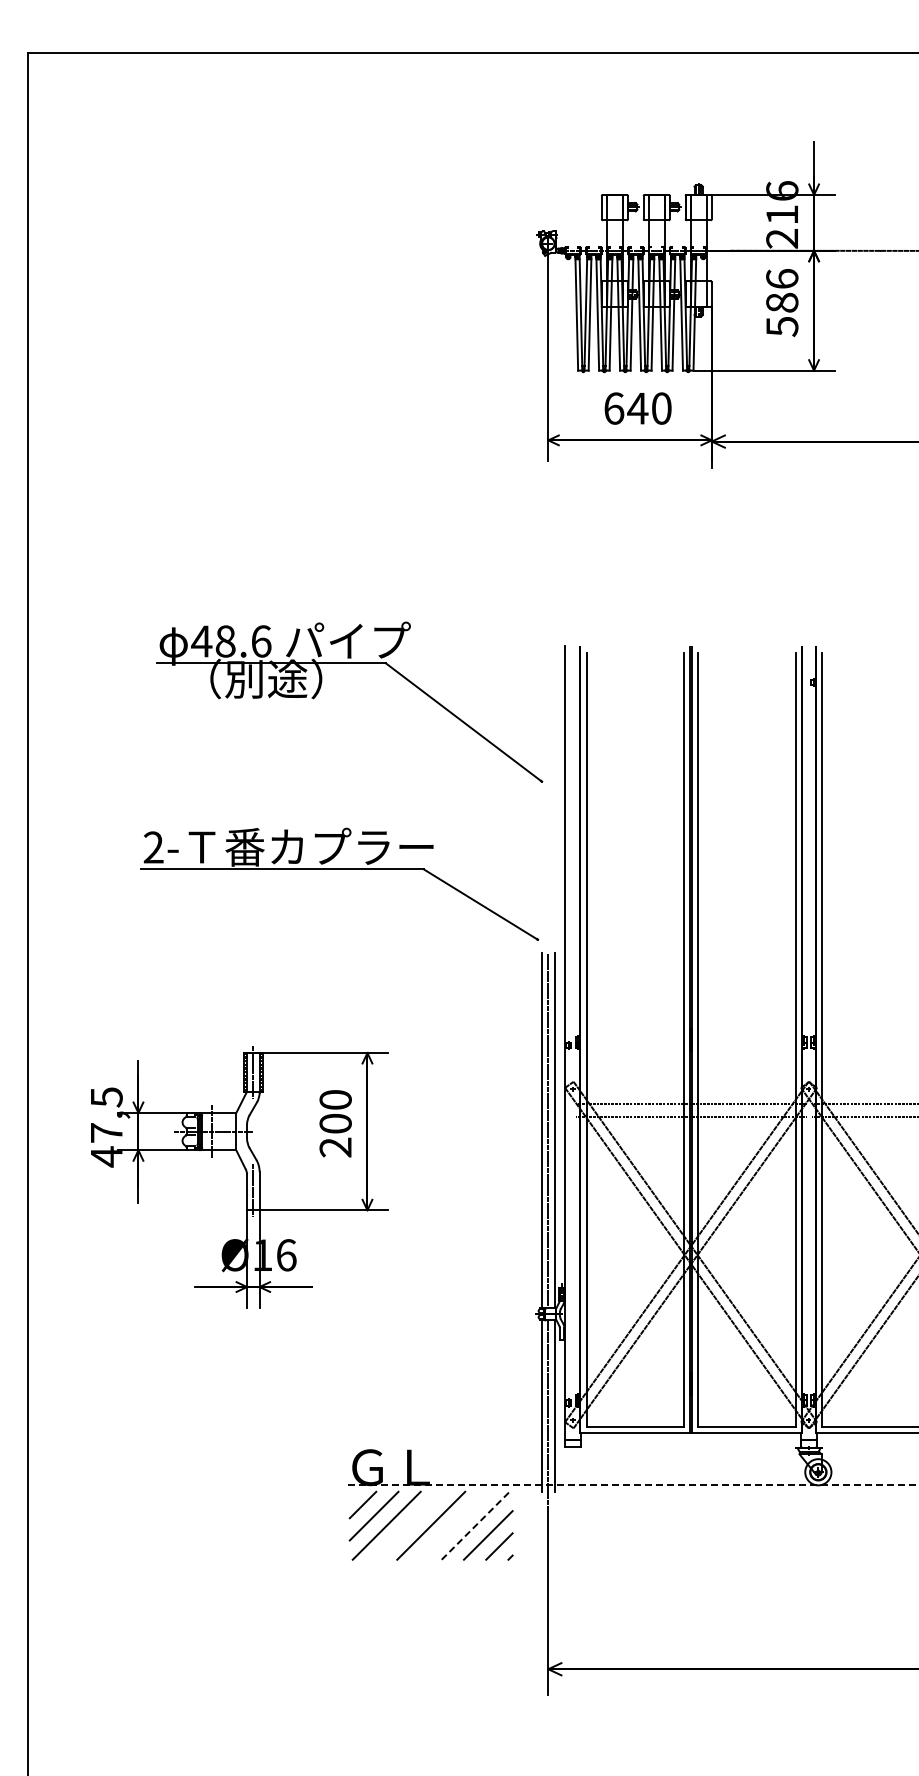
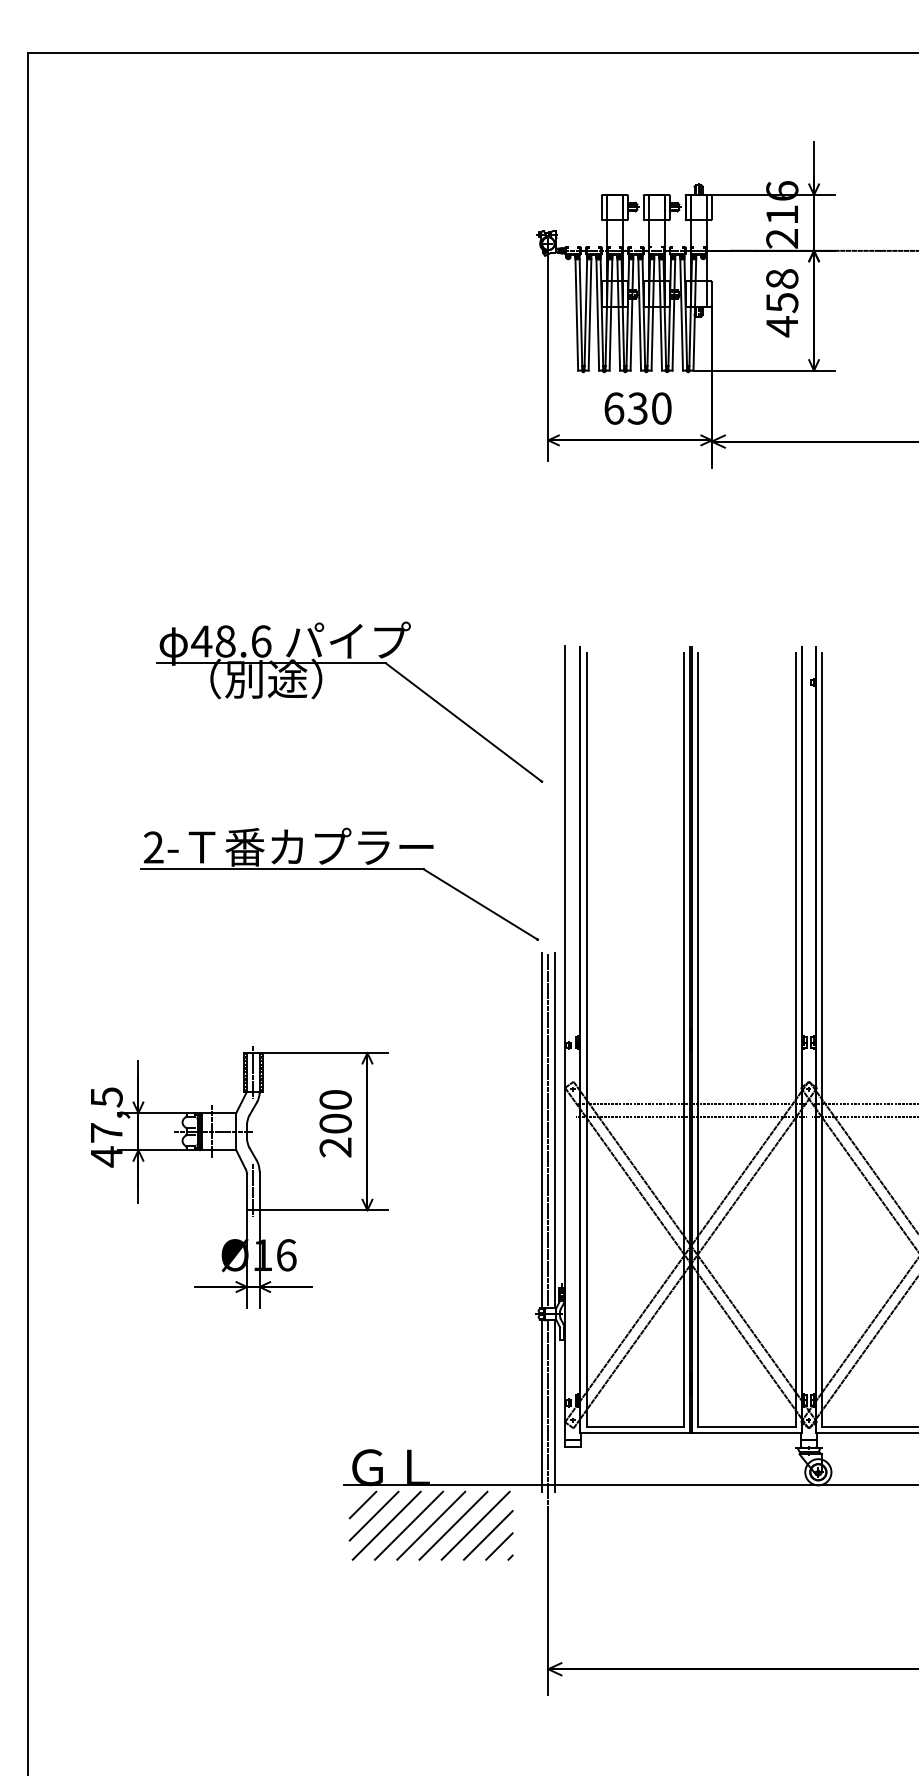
text at (782, 303): 586 -> 458
text at (637, 408): 640 -> 630
line at (630, 1485): dashed -> solid
line at (408, 1525): none -> present
line at (453, 1525): none -> present
line at (476, 1525): dashed -> solid
